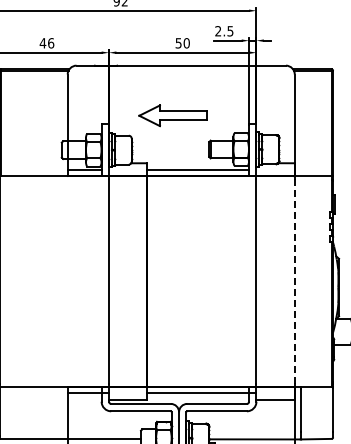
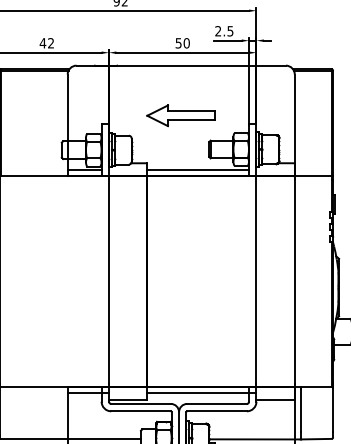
text at (51, 43): 46 -> 42
part at (172, 115) position: (172, 115) -> (180, 115)
line at (294, 282): dashed -> solid
